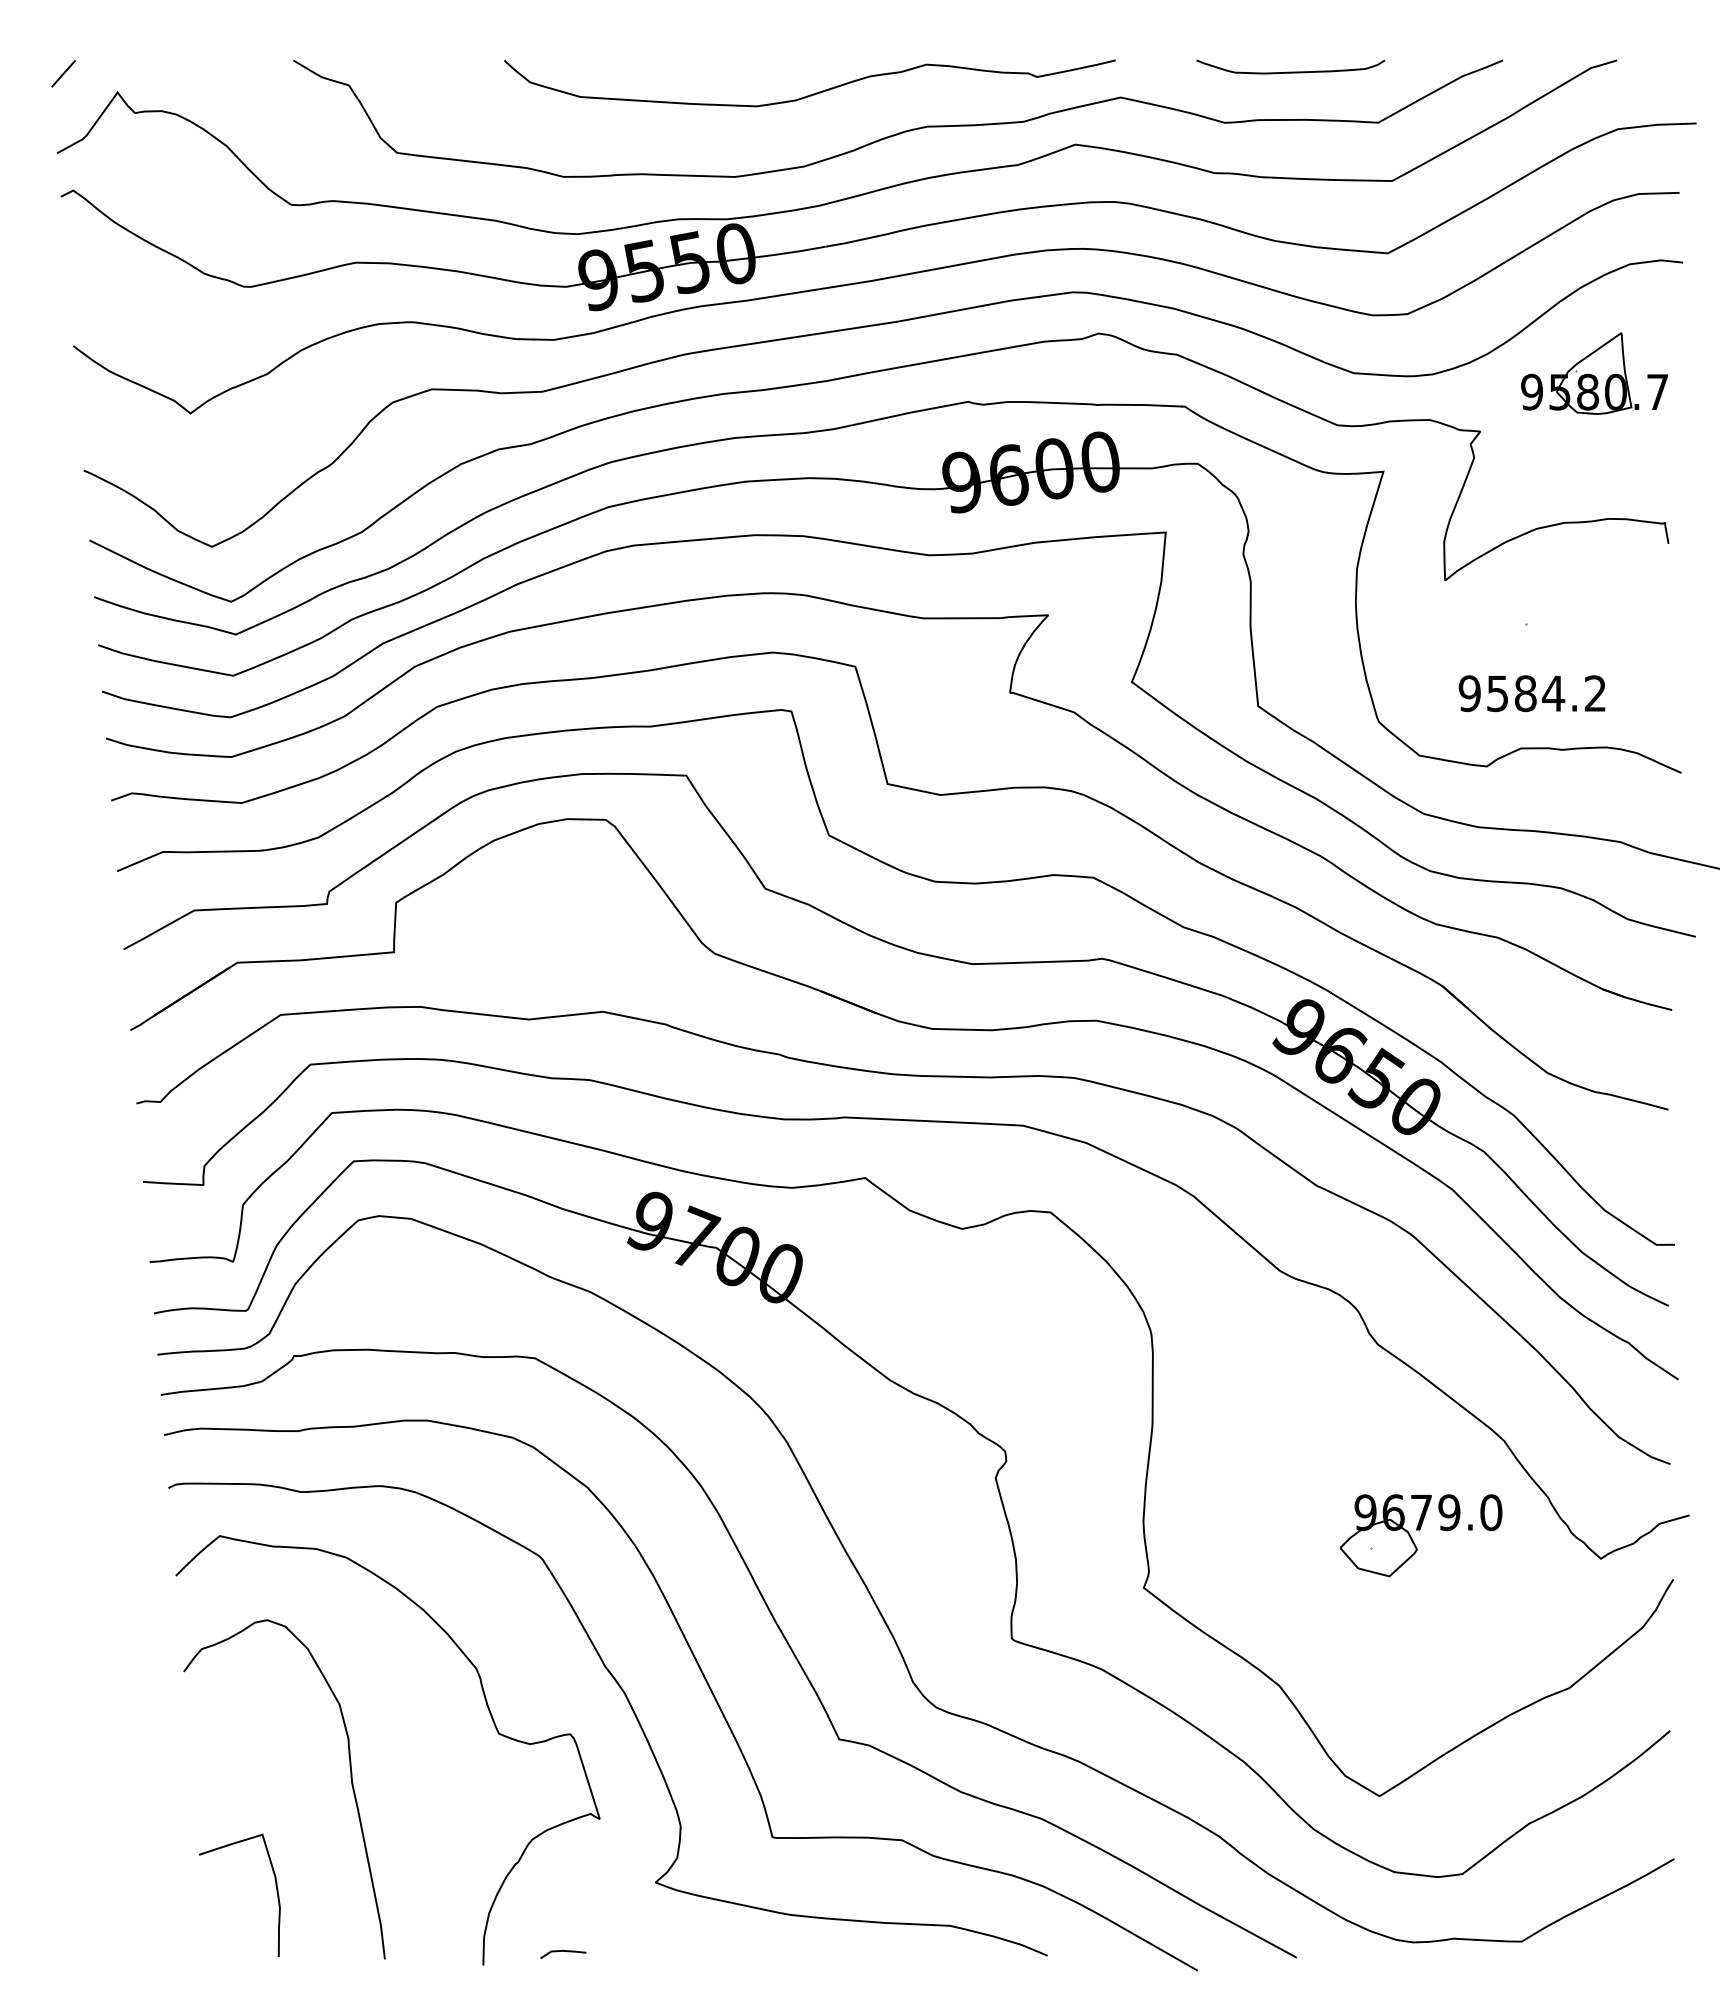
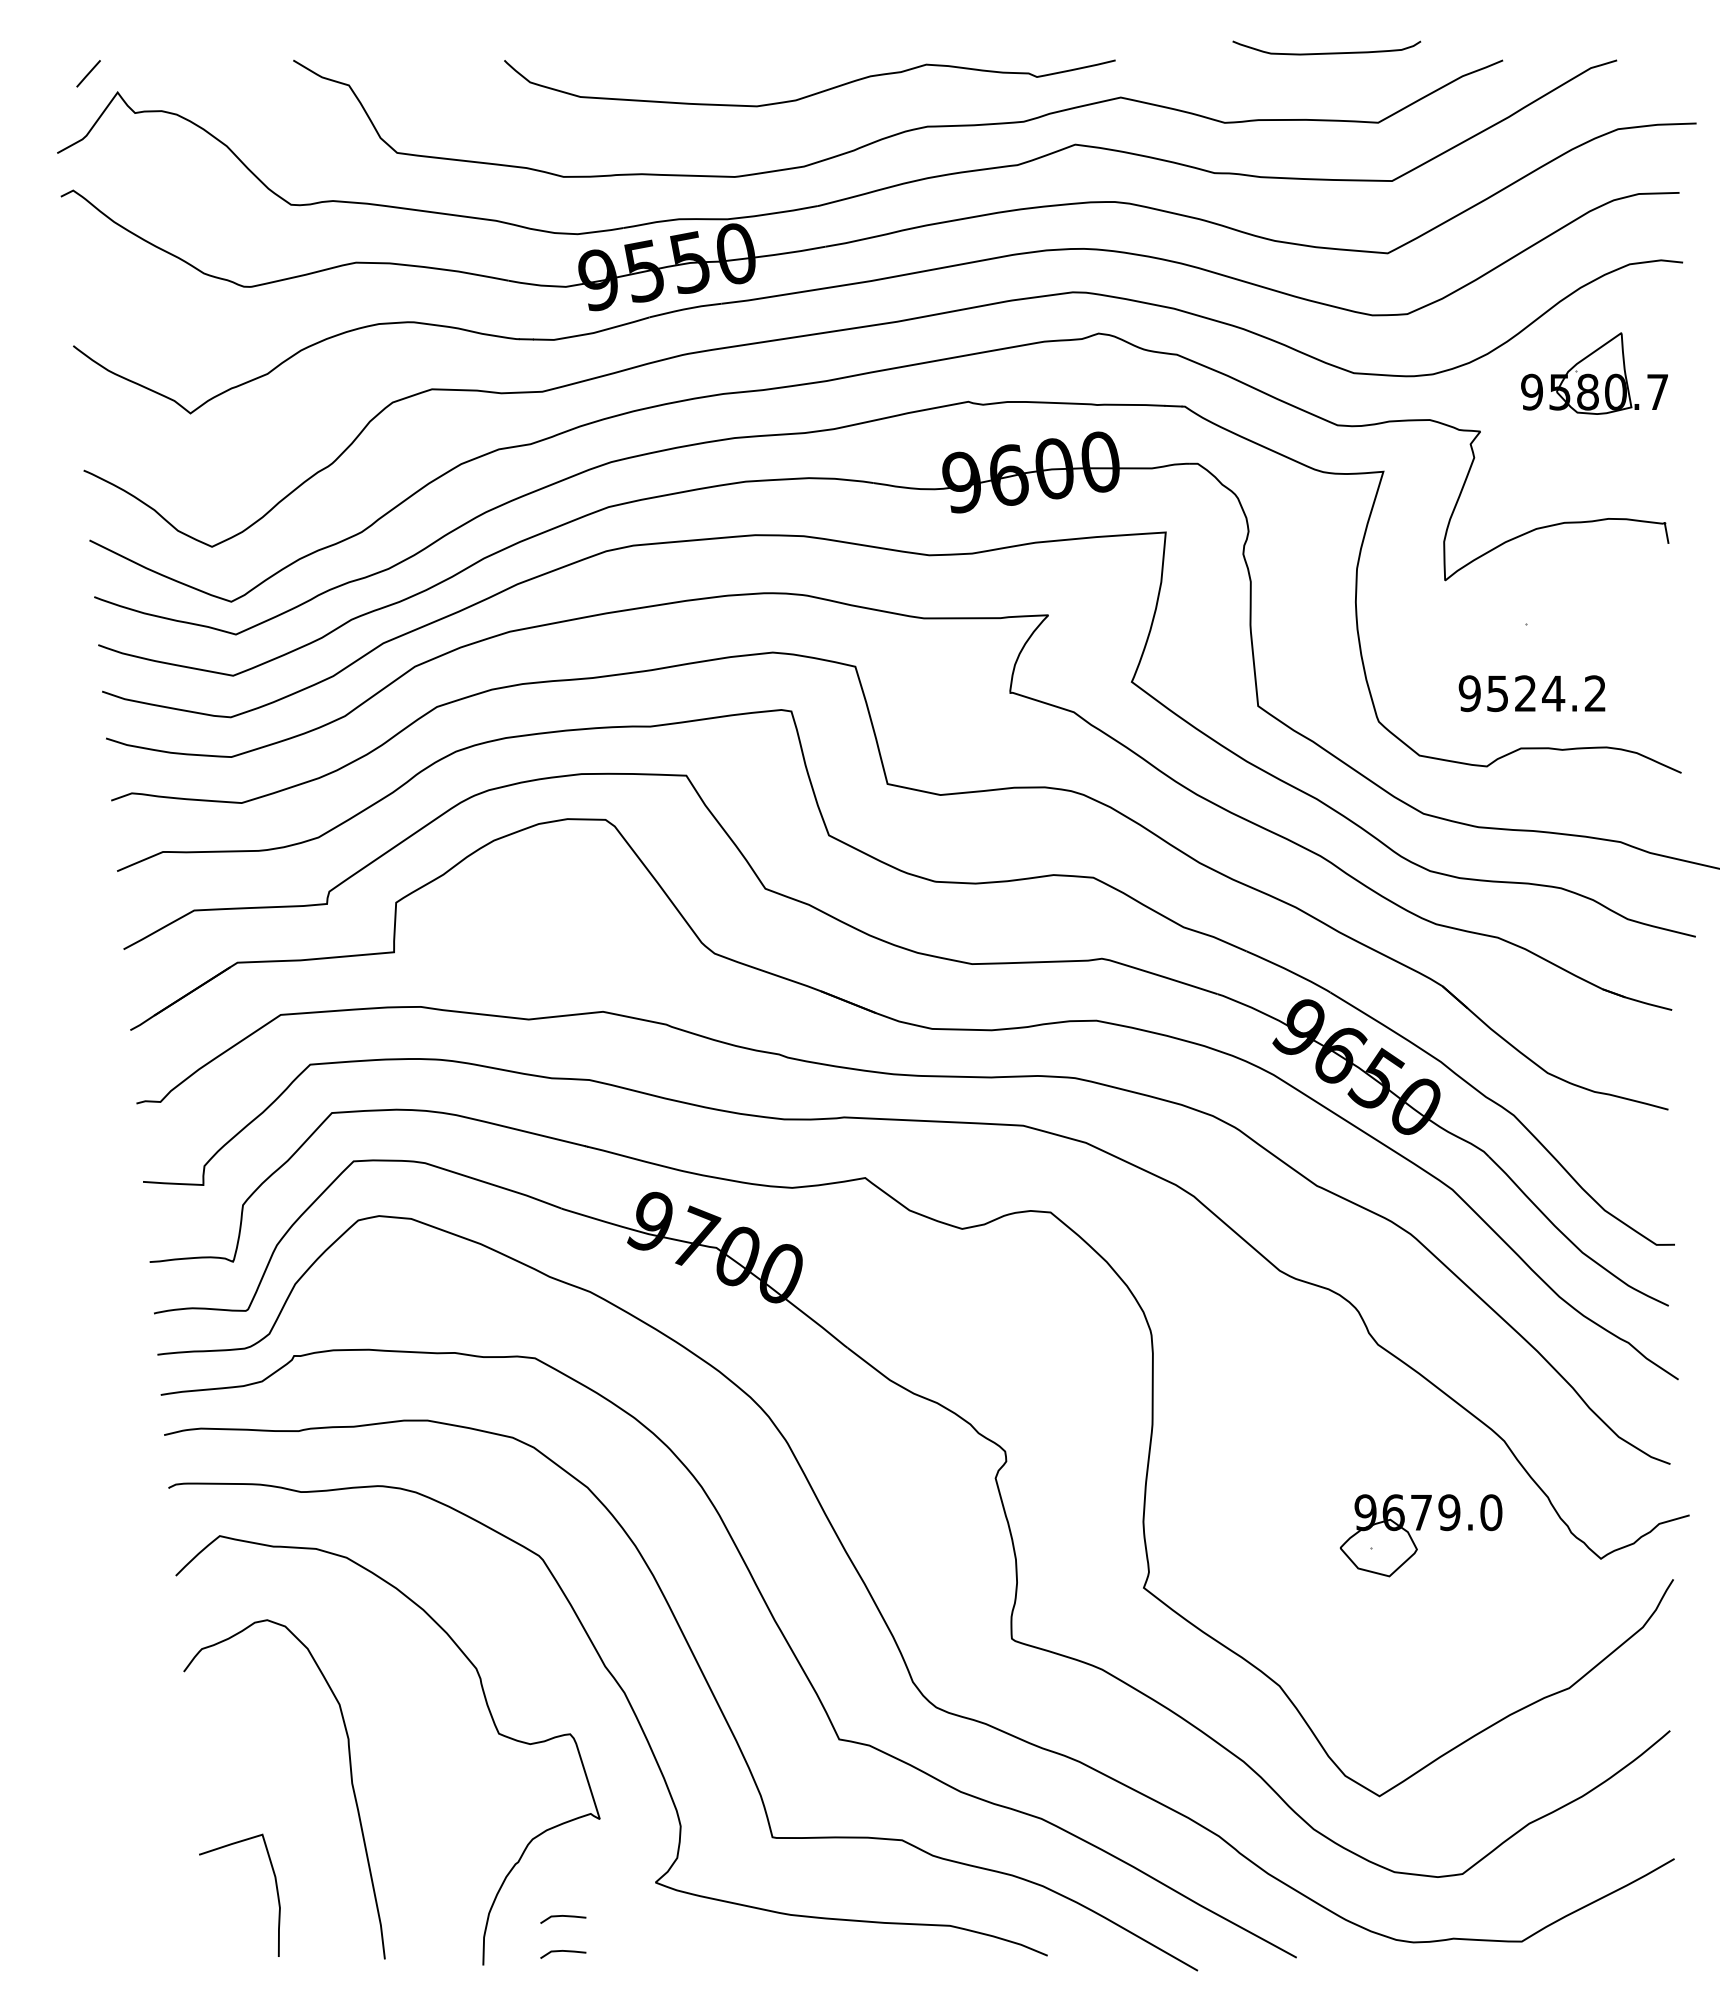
curve at (1290, 71) position: (1290, 71) -> (1326, 52)
line at (63, 73) position: (63, 73) -> (88, 73)
text at (1525, 693): 9584.2 -> 9524.2
line at (563, 1916): none -> present
